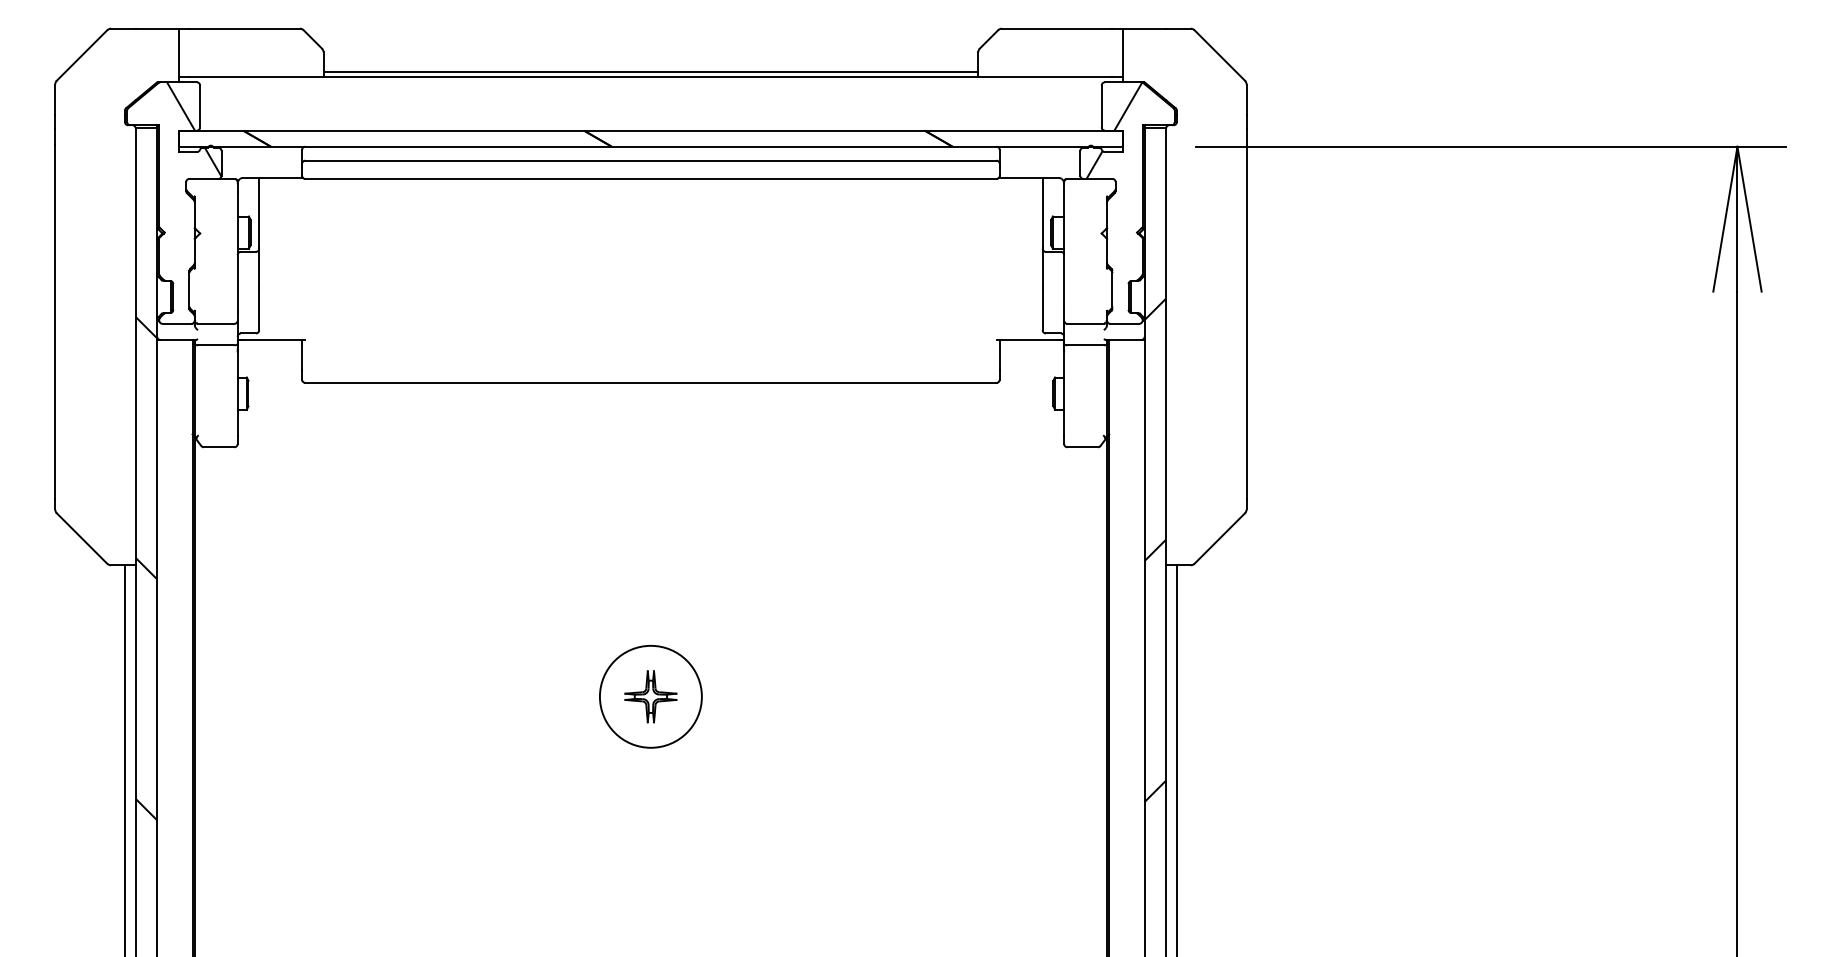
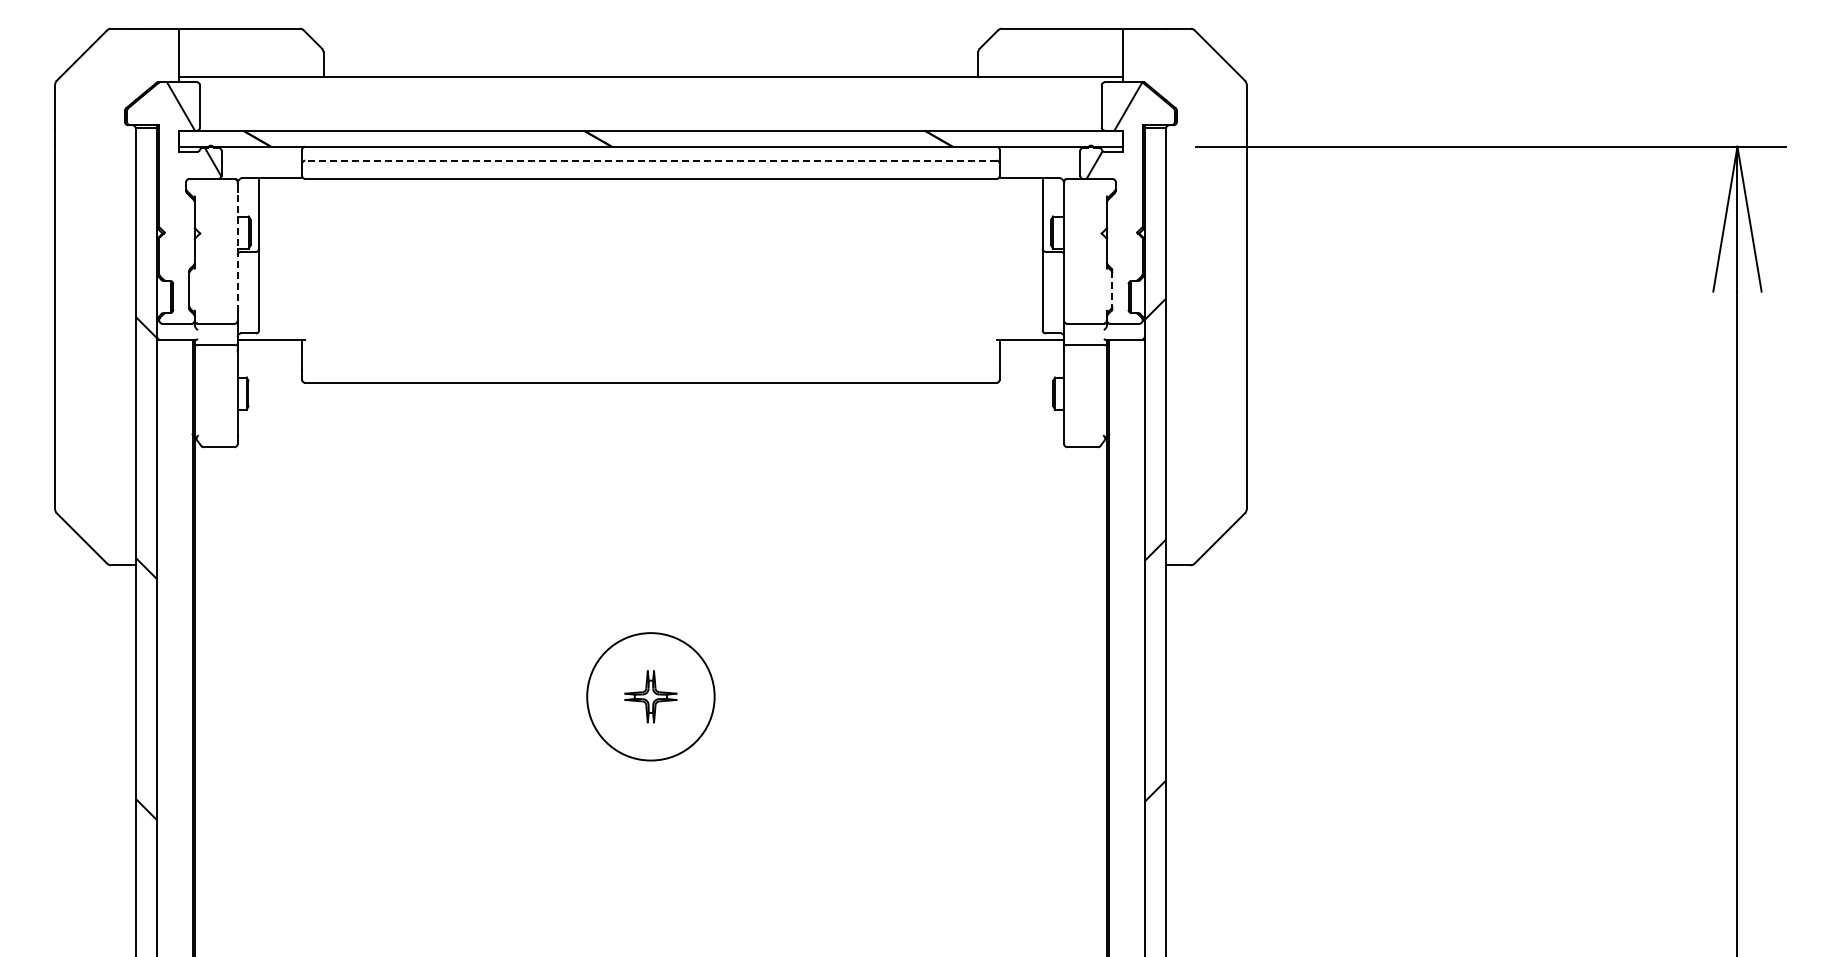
line at (650, 71): present -> none
line at (650, 160): solid -> dashed
line at (237, 251): solid -> dashed
line at (1112, 289): solid -> dashed
circle at (650, 696) diameter: 102 px -> 127 px
line at (124, 759): present -> none
line at (1176, 759): present -> none
